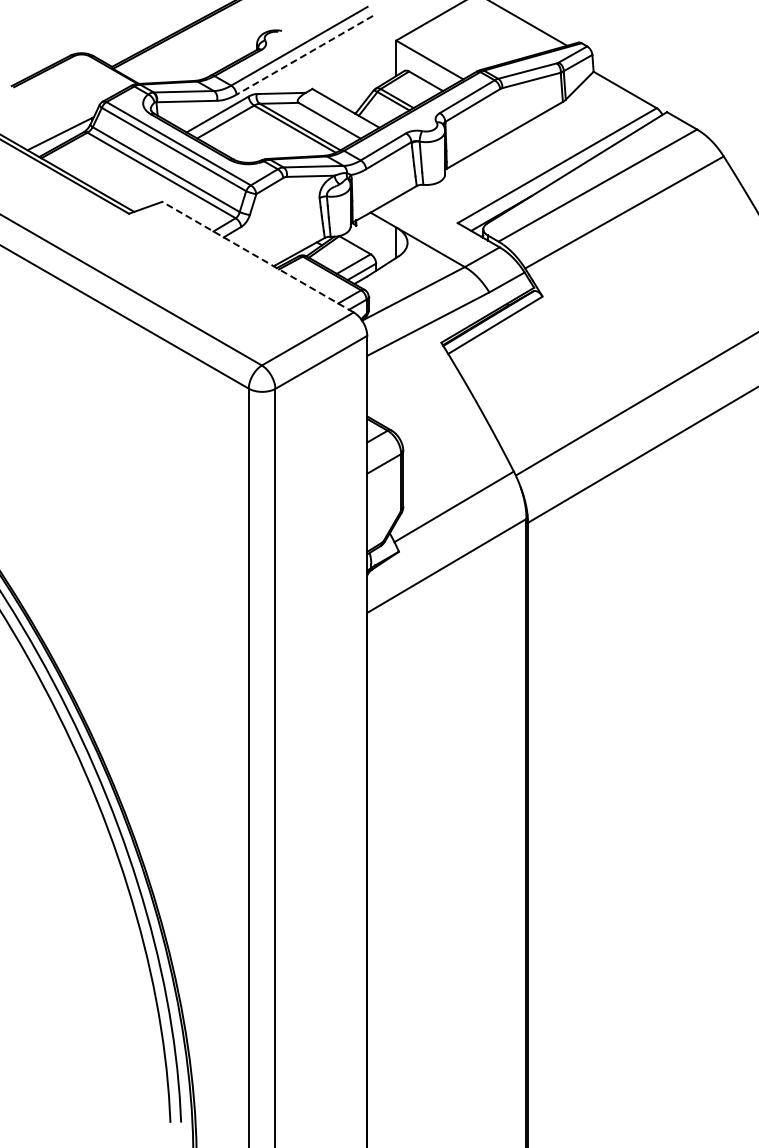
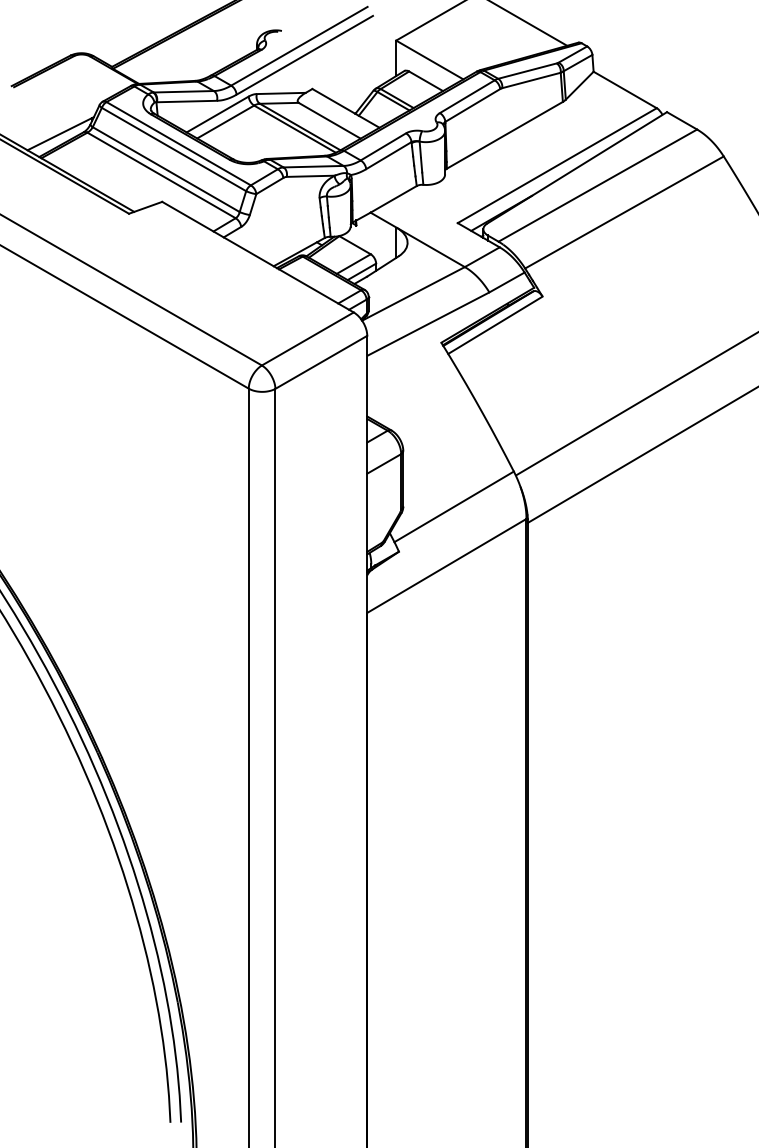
line at (304, 55): dashed -> solid
line at (258, 257): dashed -> solid
